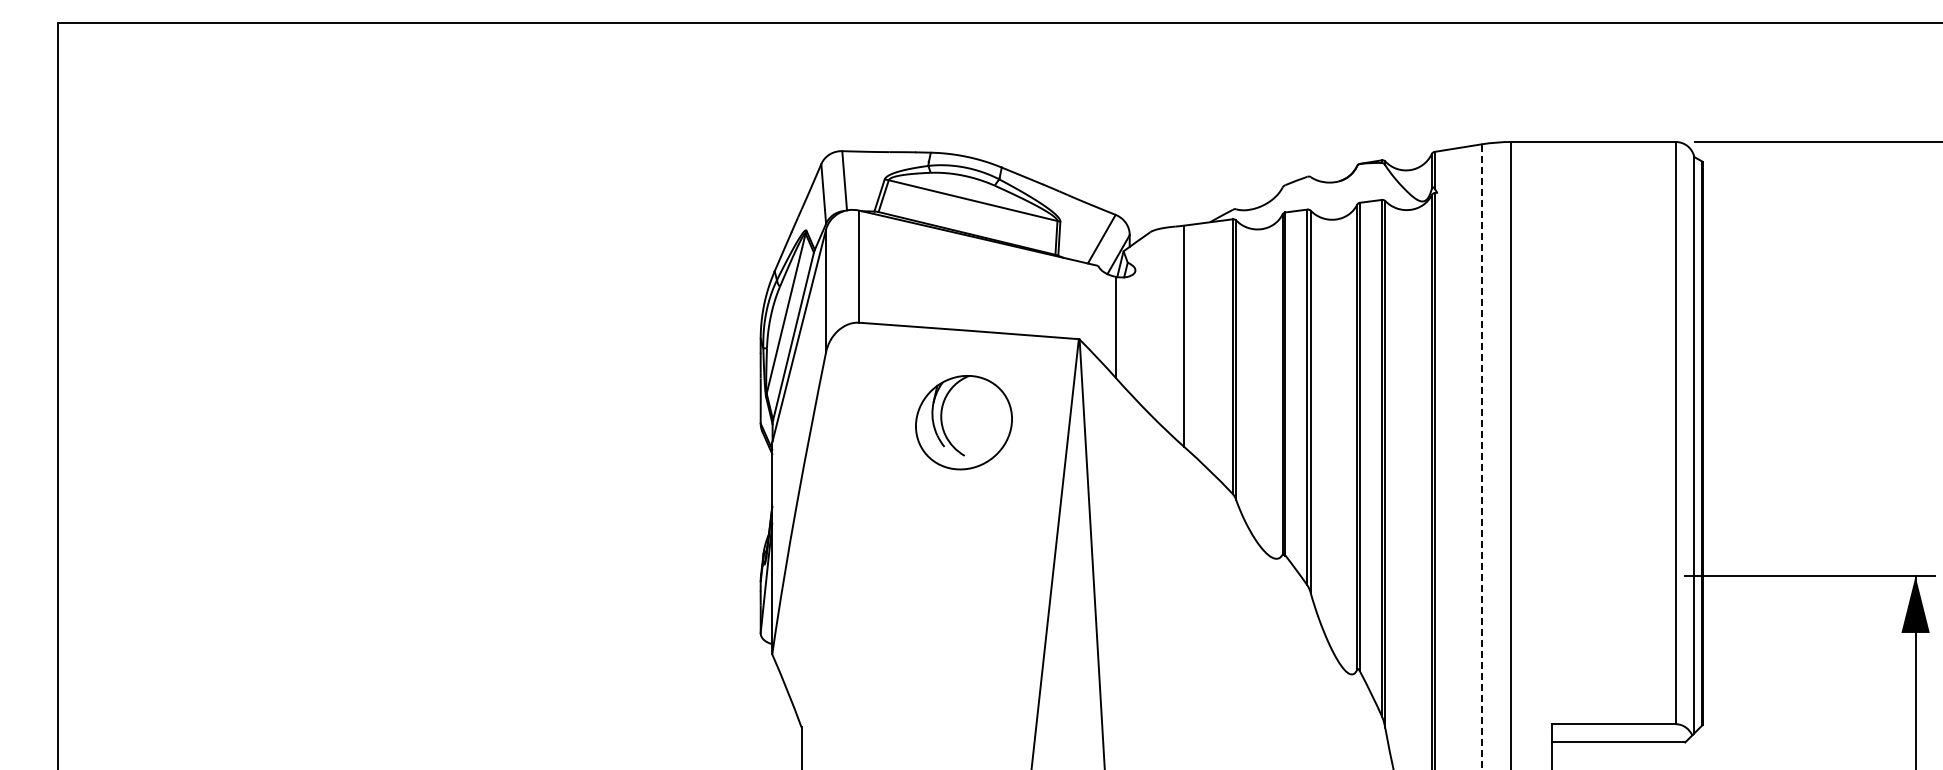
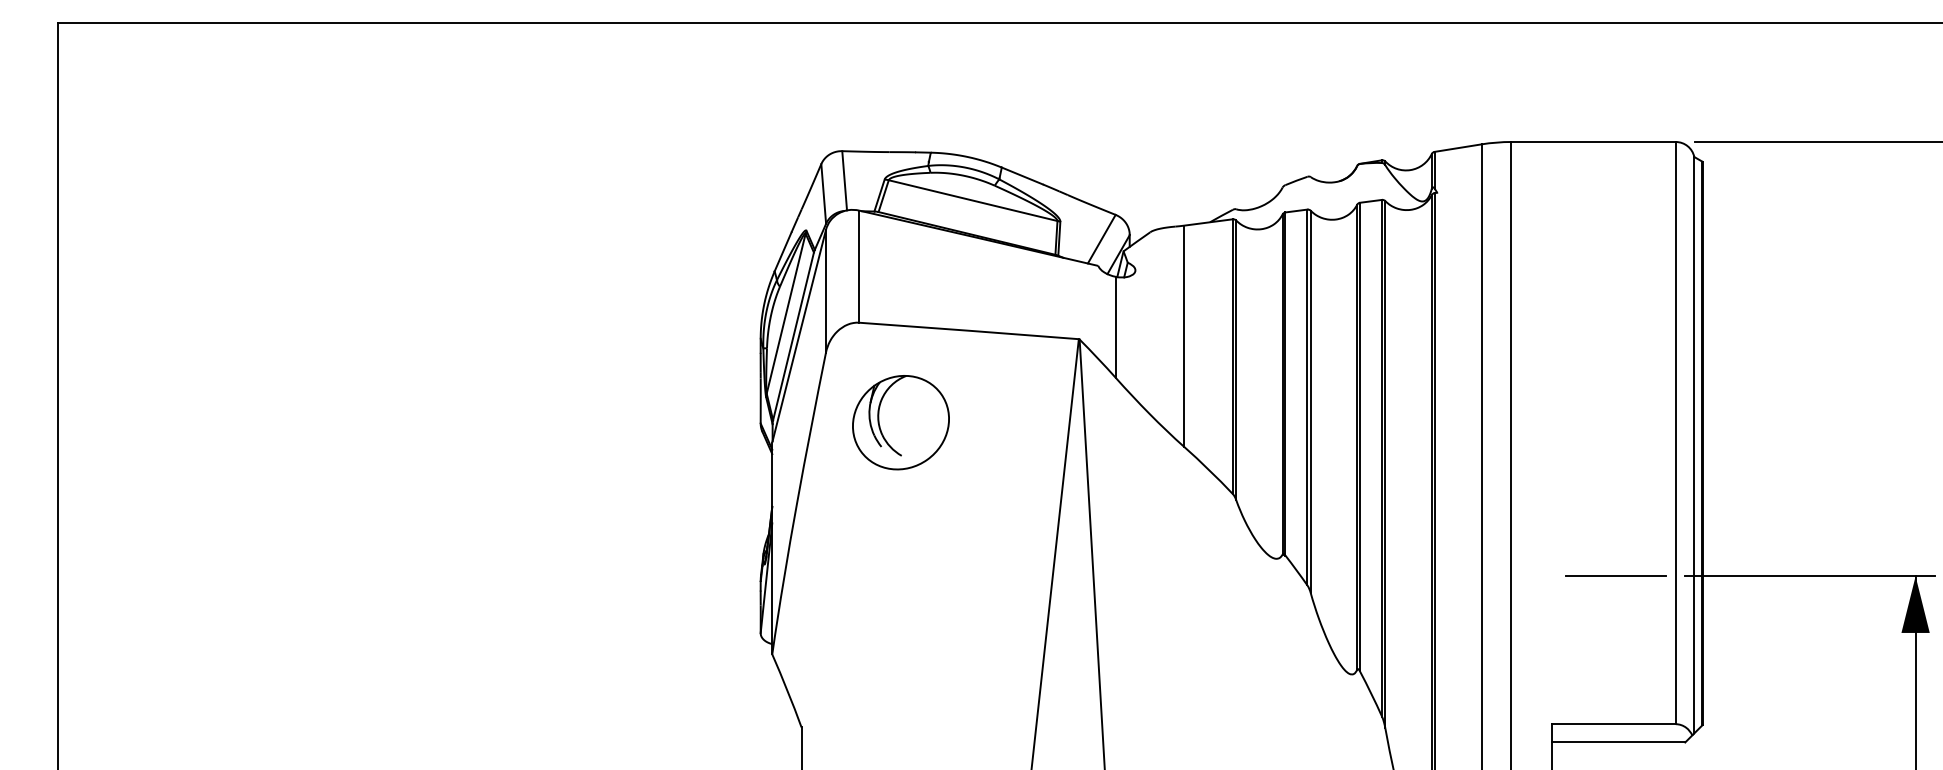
part at (963, 422) position: (963, 422) -> (900, 422)
line at (1481, 456): dashed -> solid
line at (1615, 575): none -> present
